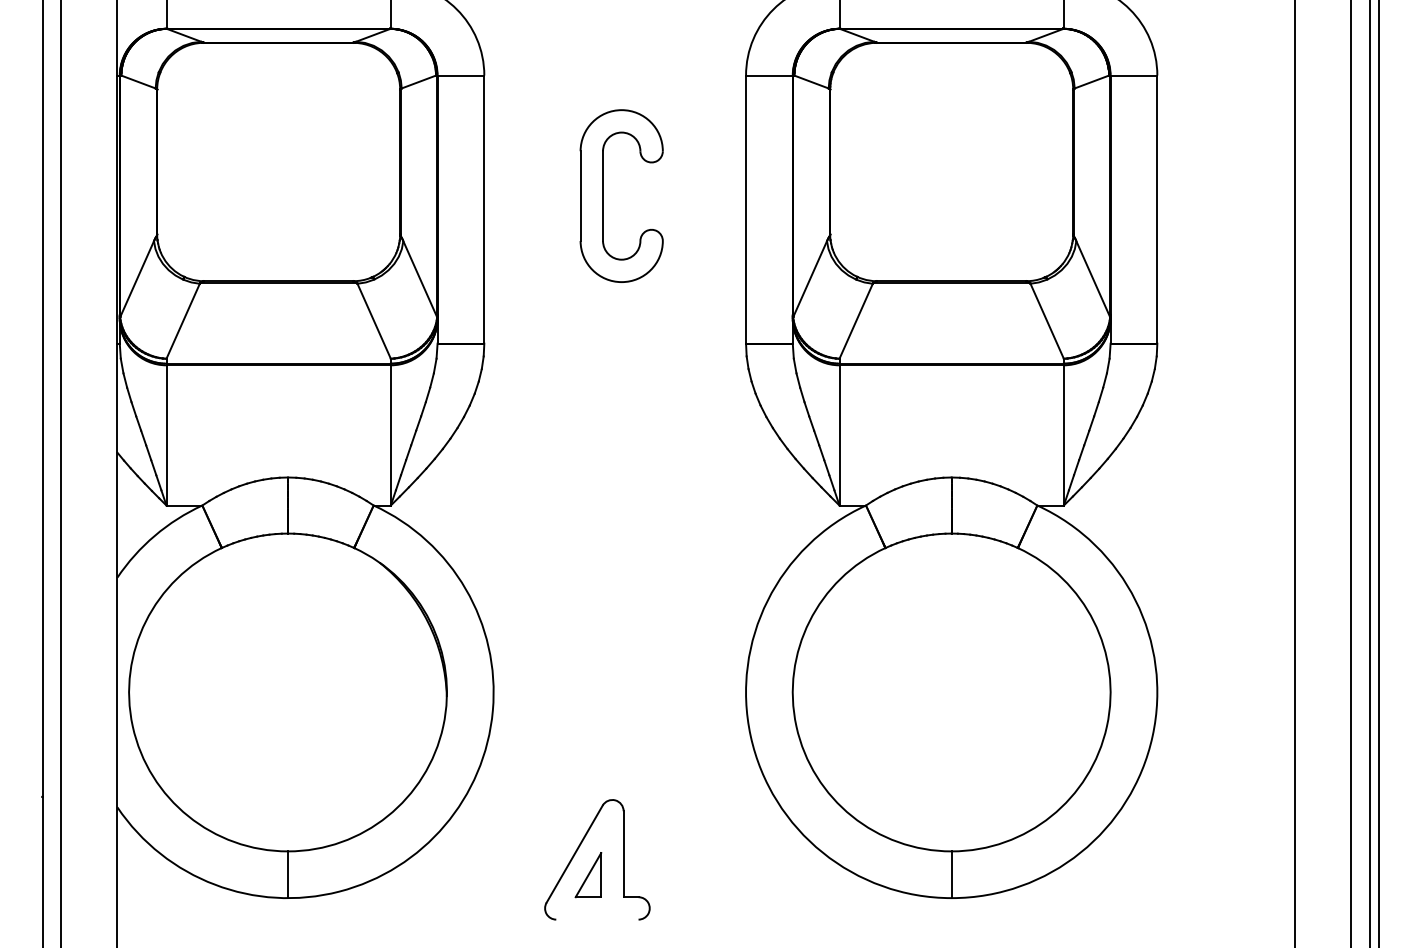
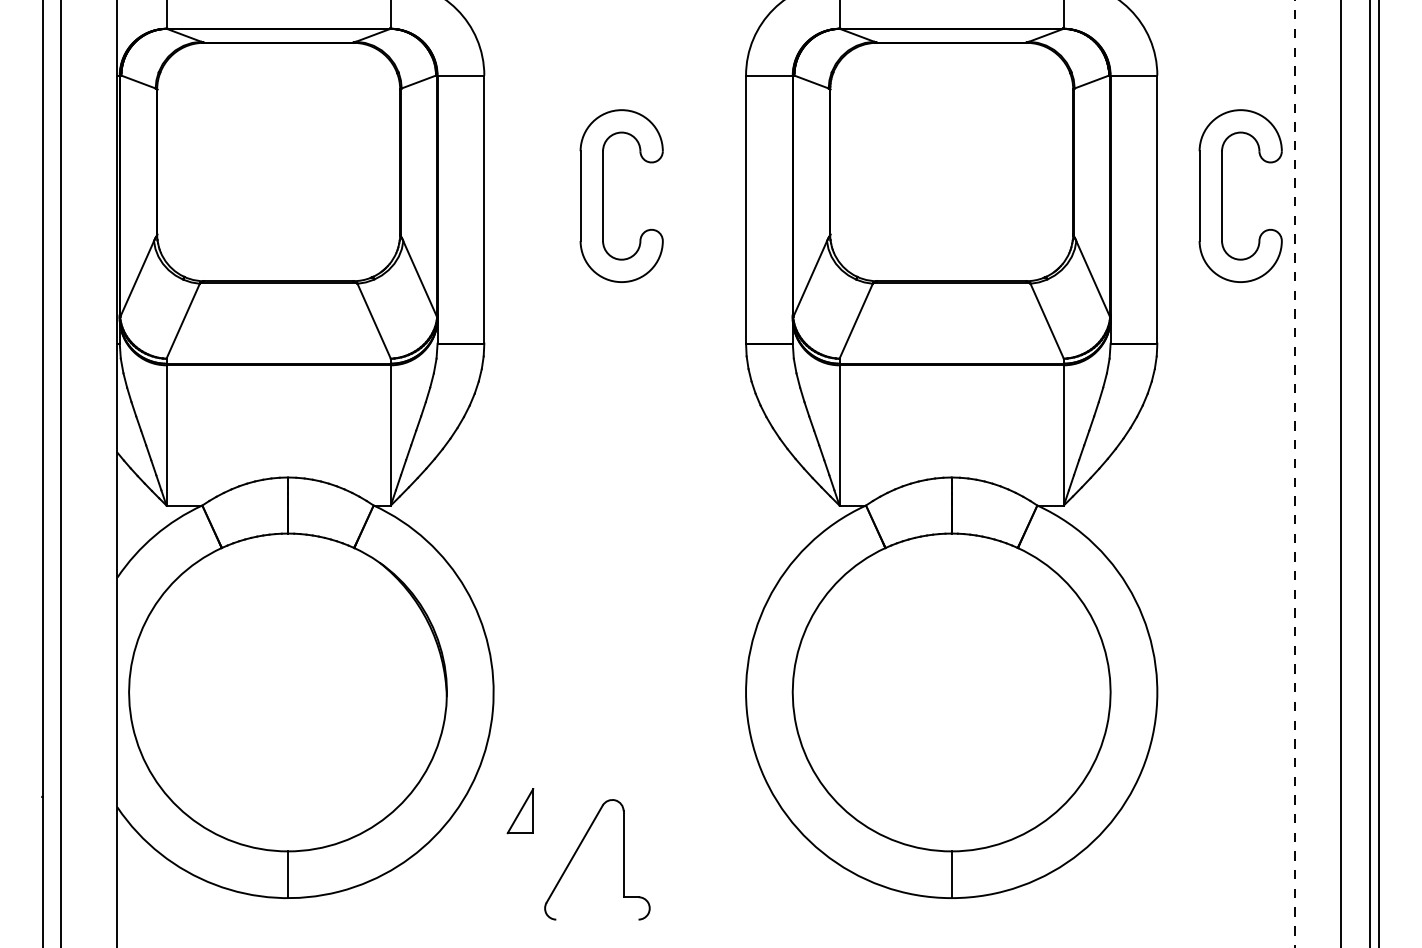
part at (1222, 195): none -> present
line at (1295, 473): solid -> dashed
line at (1351, 473) position: (1351, 473) -> (1341, 473)
part at (588, 875) position: (588, 875) -> (520, 811)
